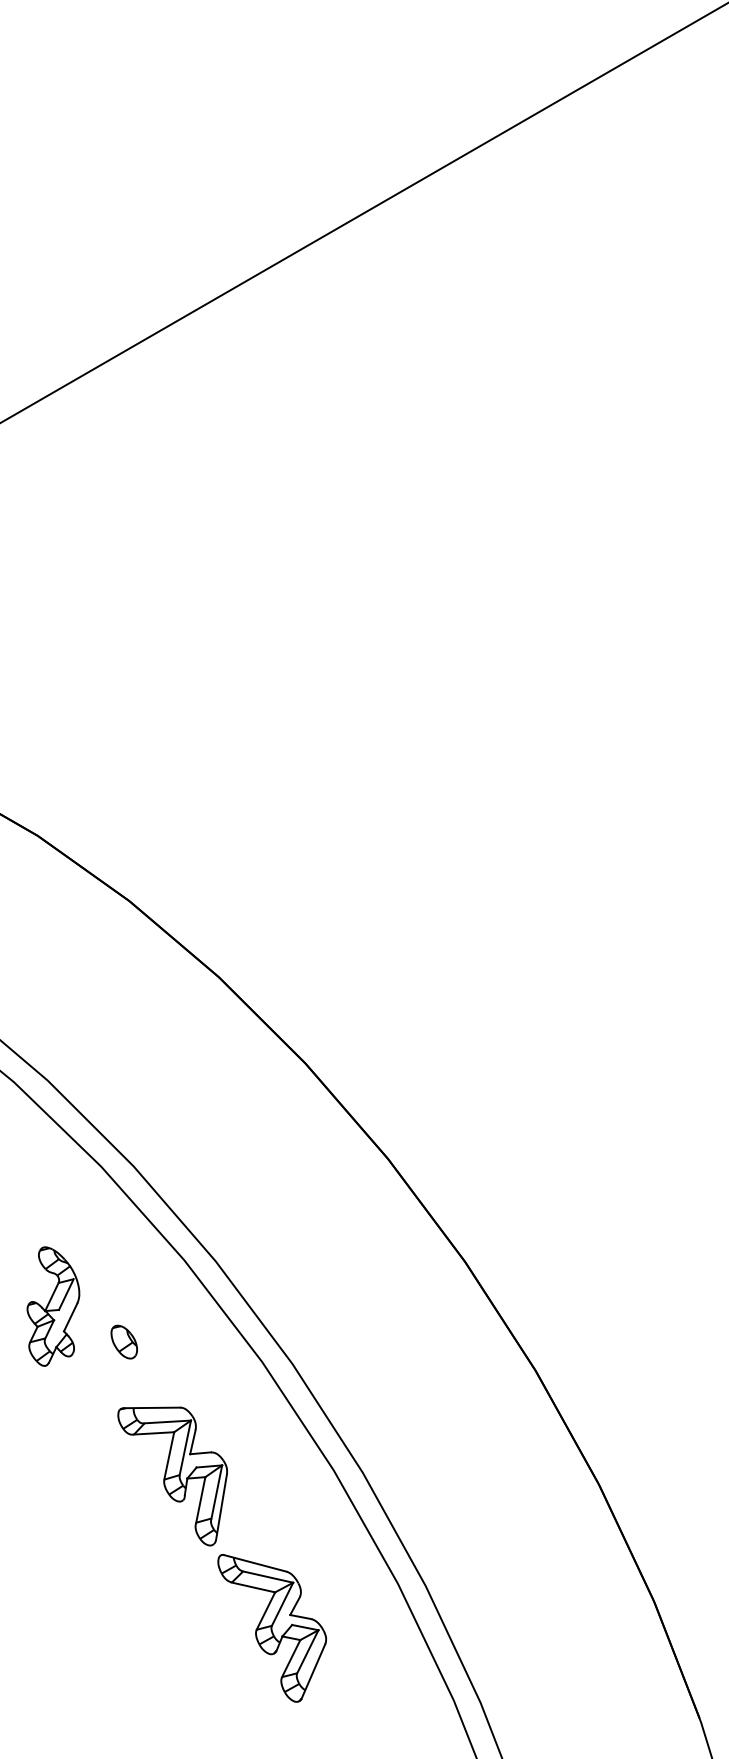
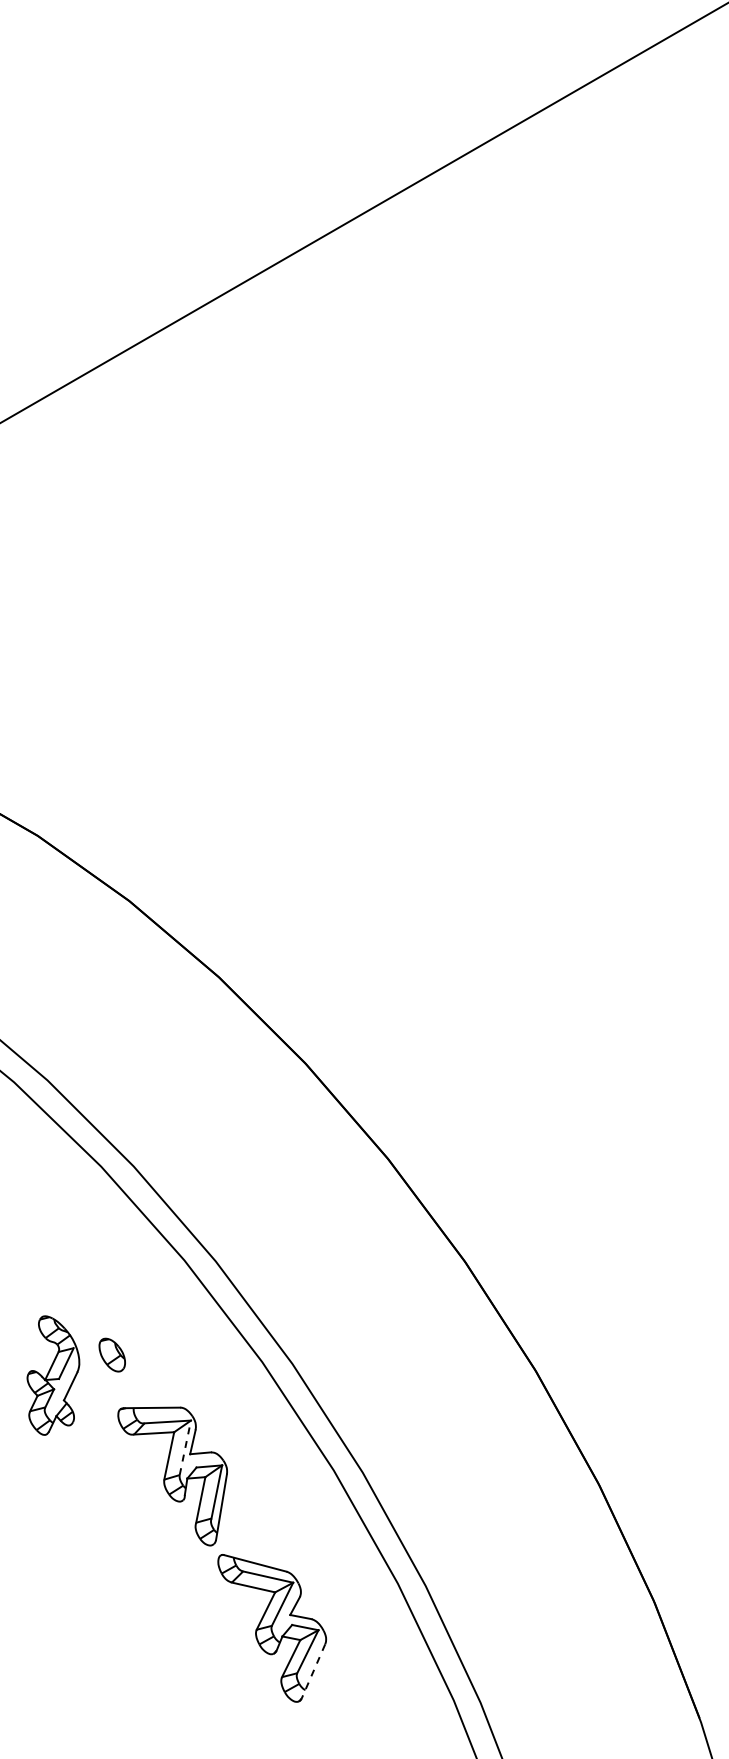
part at (53, 1306) position: (53, 1306) -> (53, 1375)
part at (123, 1341) position: (123, 1341) -> (111, 1354)
line at (185, 1447): solid -> dashed
line at (313, 1671): solid -> dashed
